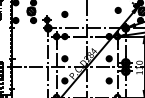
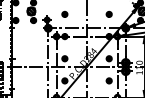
part at (117, 9) position: (117, 9) -> (108, 13)
